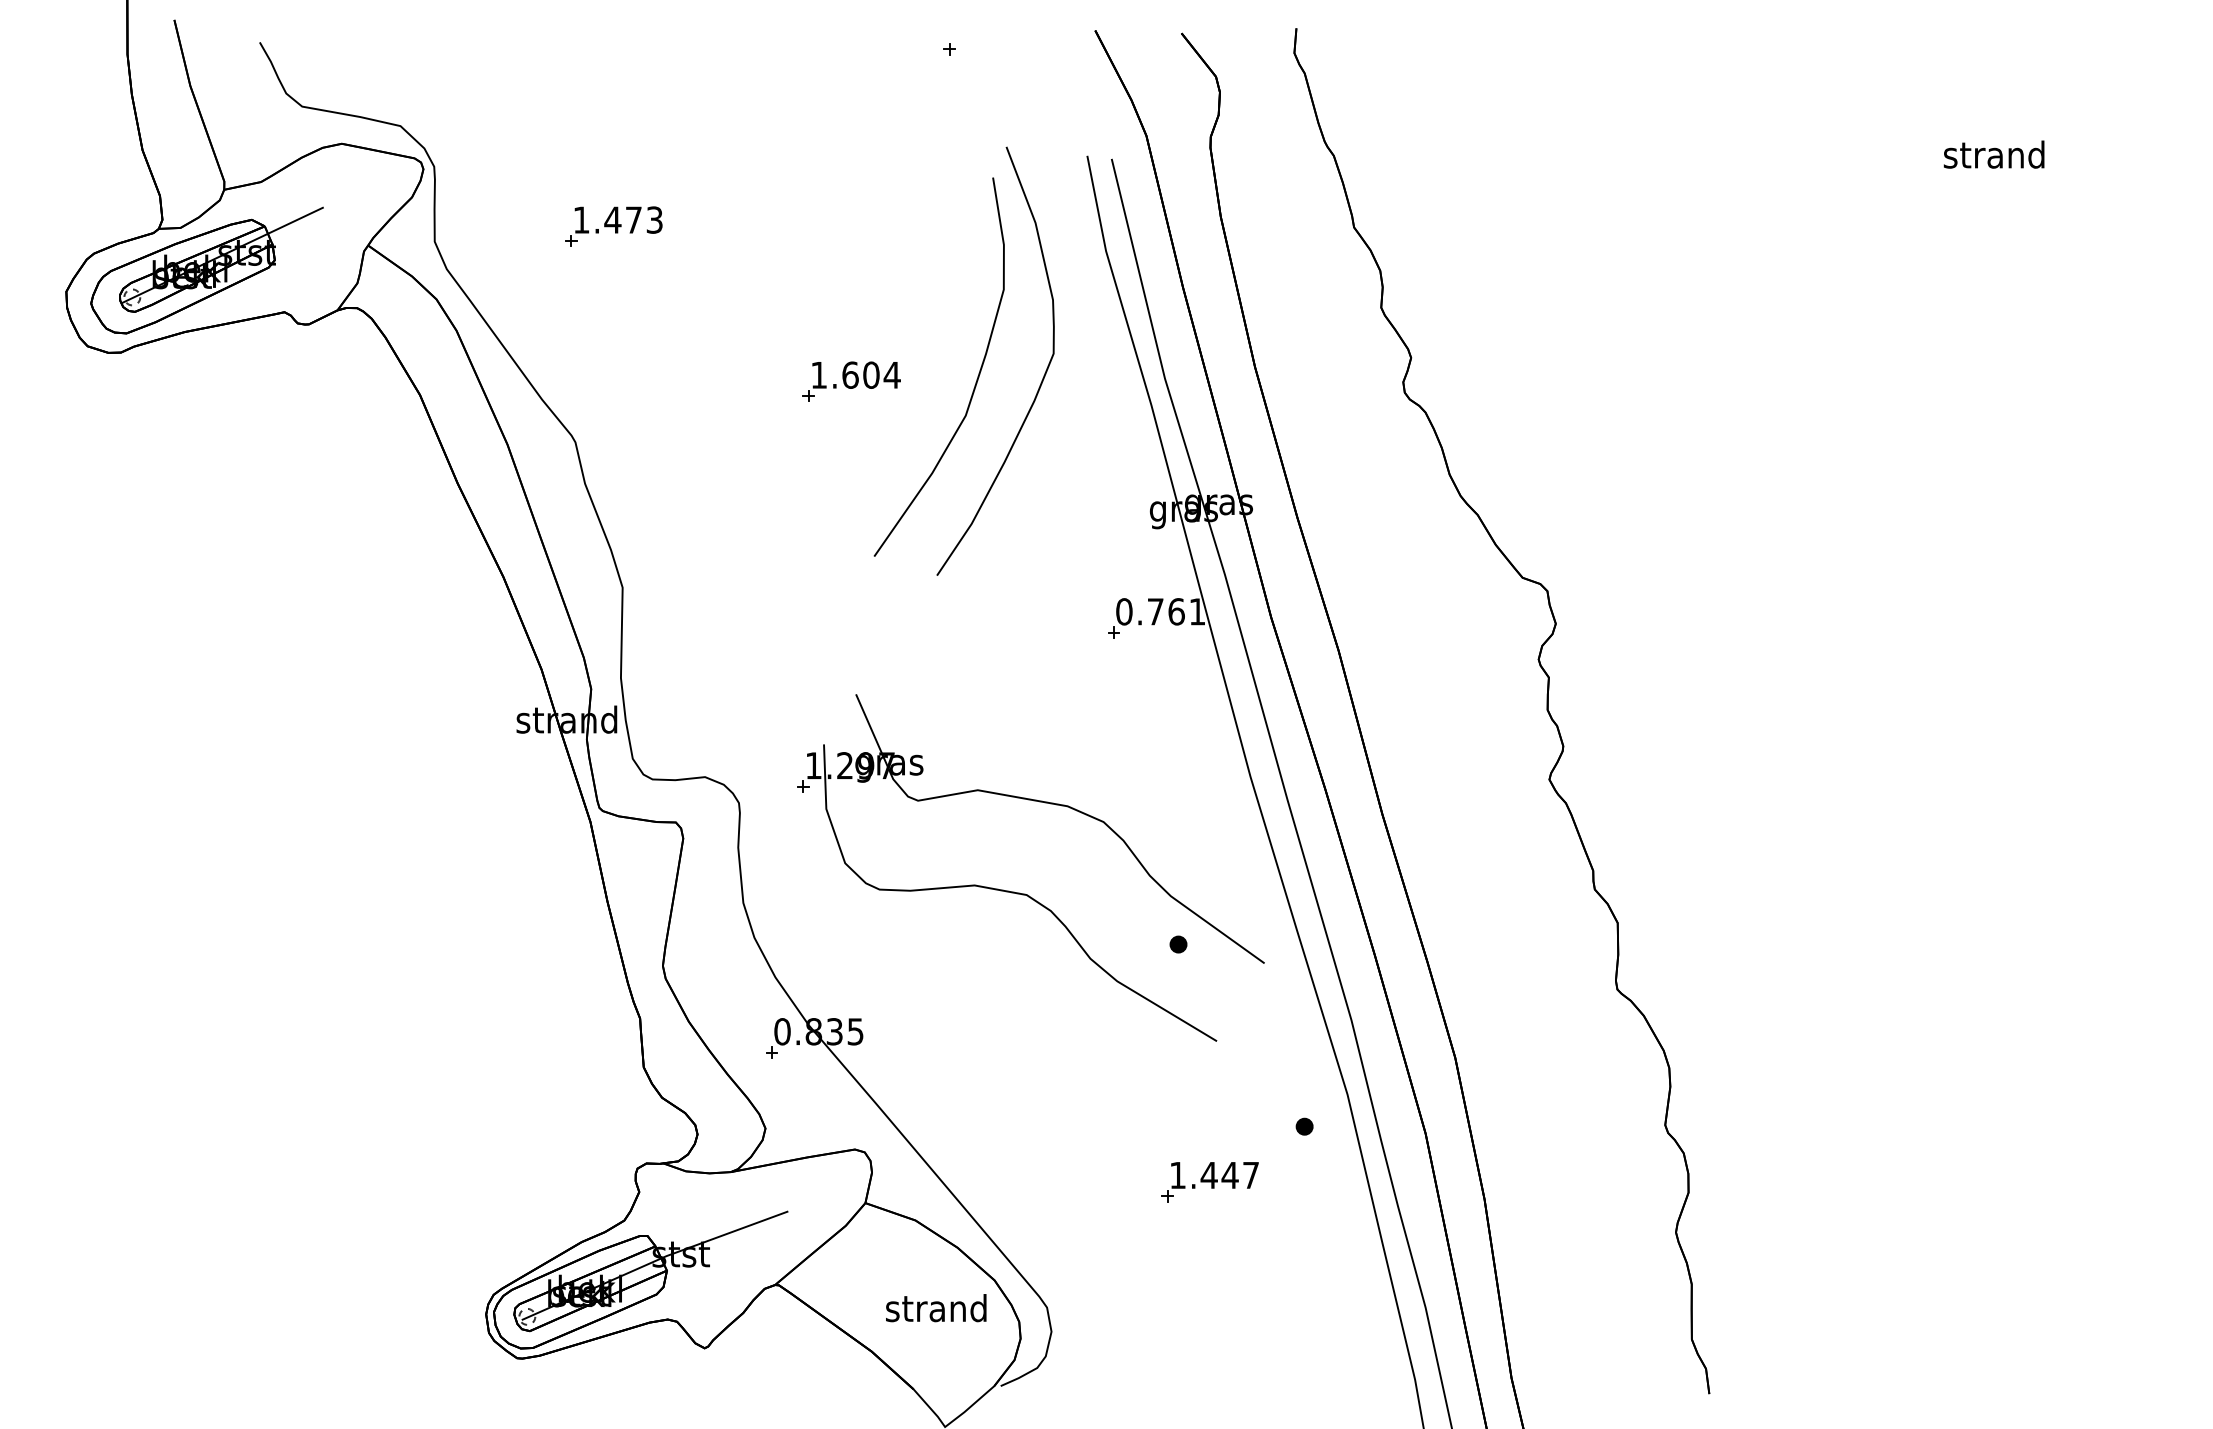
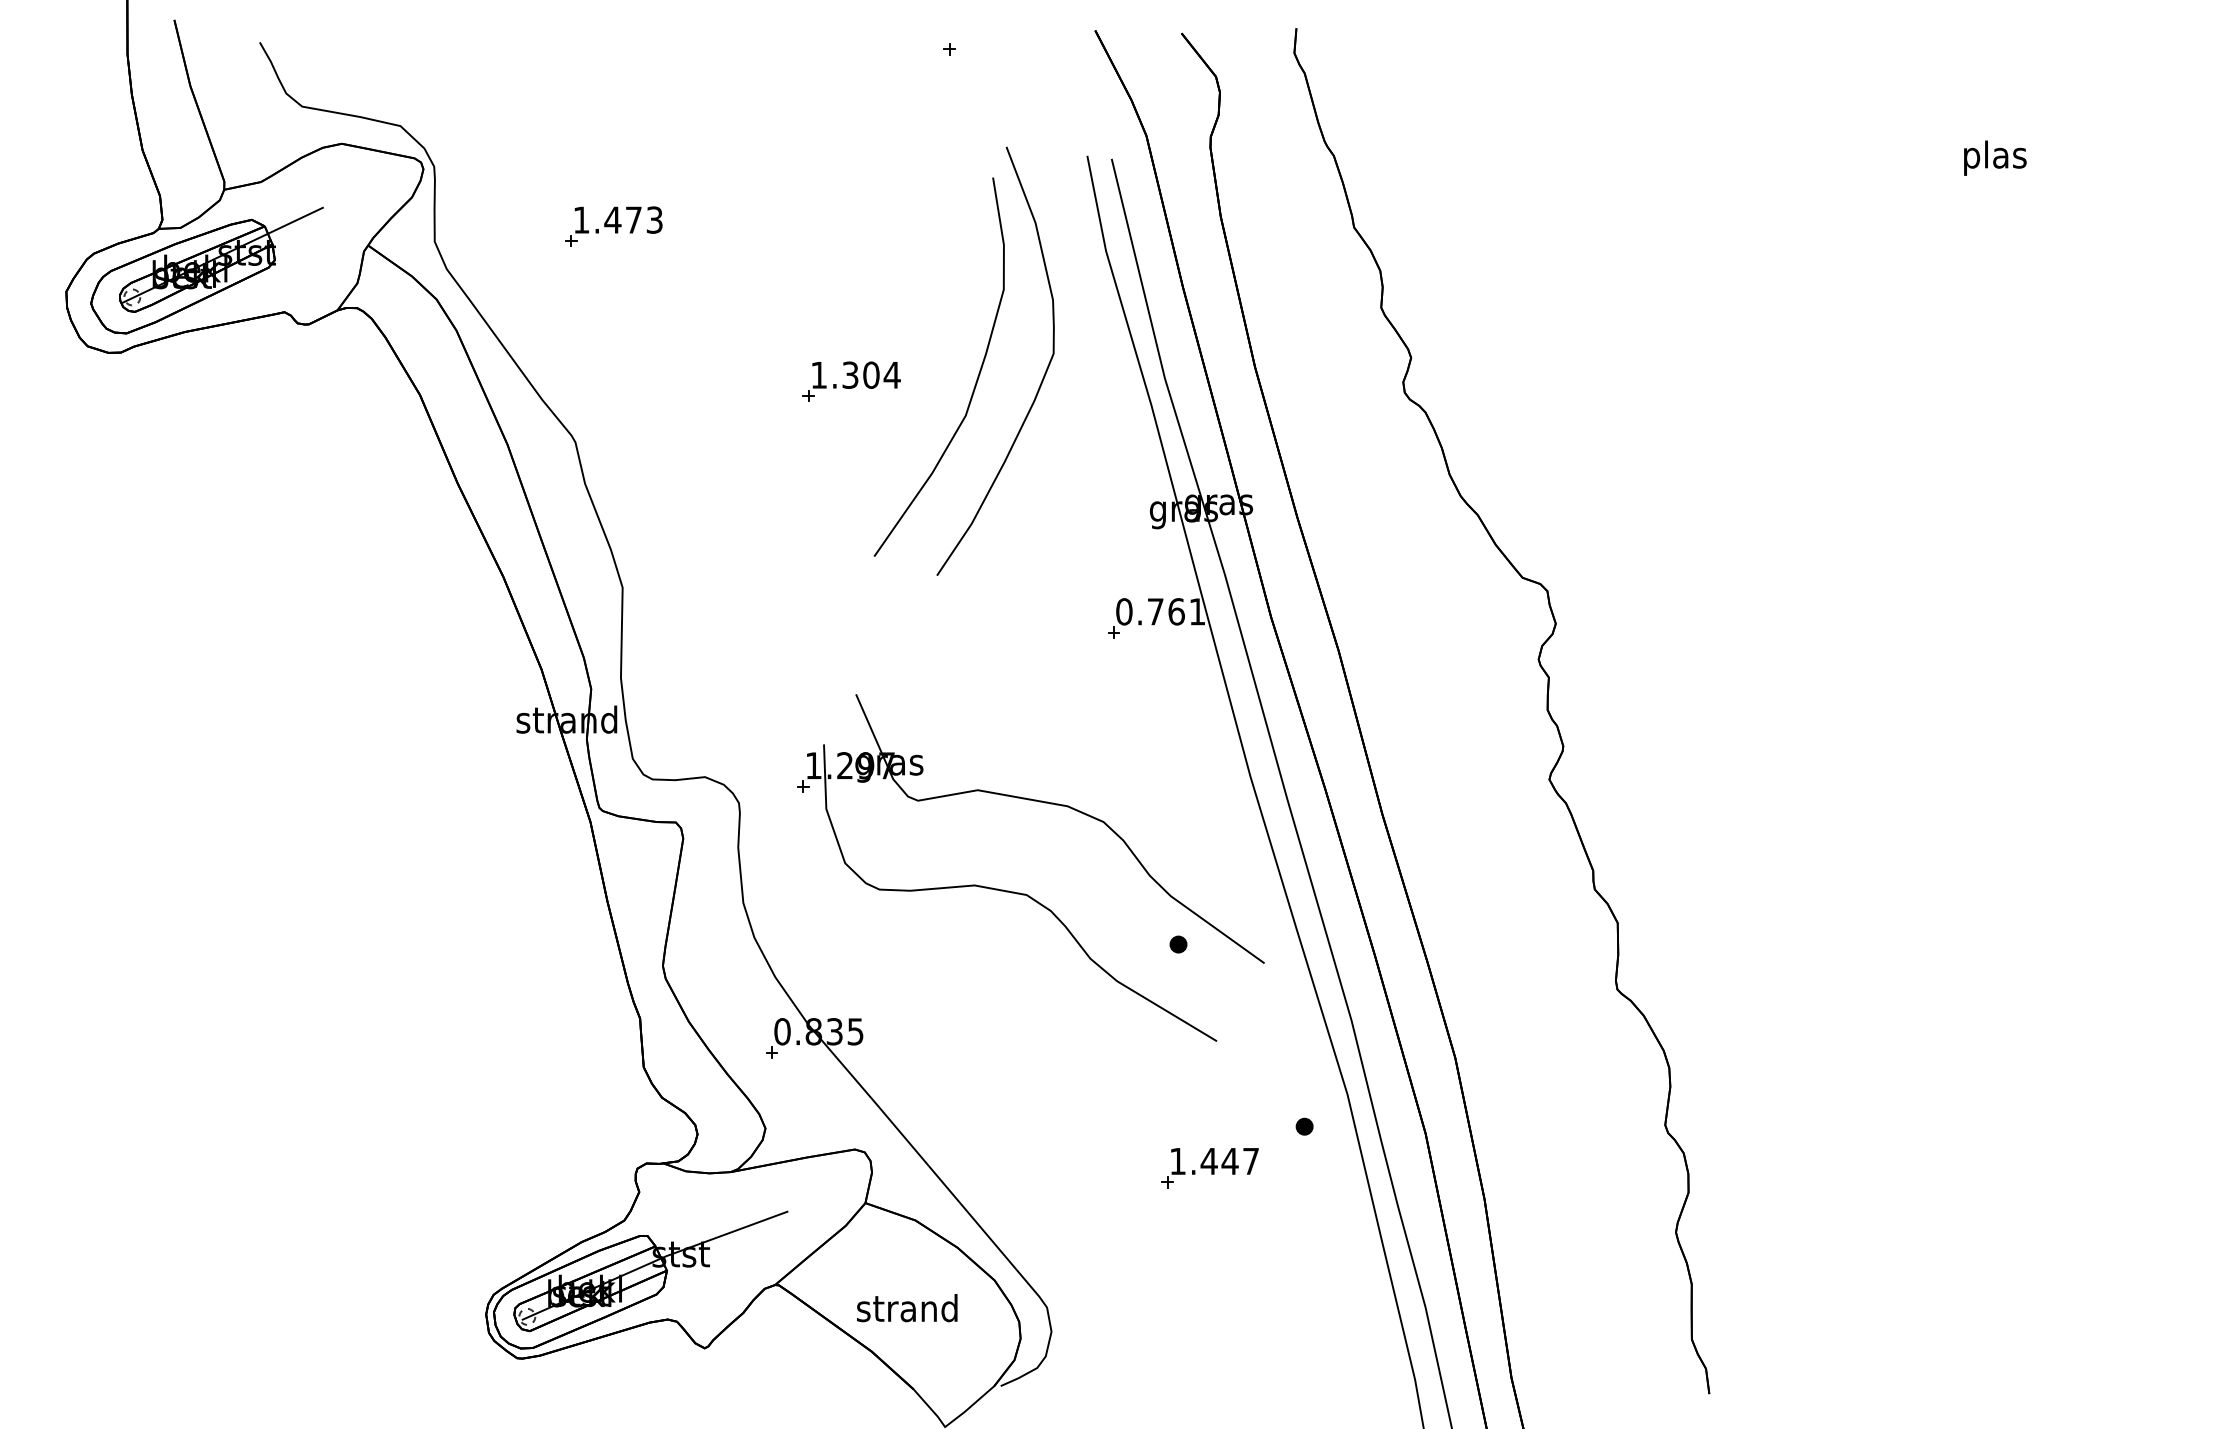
text at (1993, 157): strand -> plas
text at (850, 374): 1.604 -> 1.304
part at (1209, 1182) position: (1209, 1182) -> (1209, 1168)
text at (936, 1308) position: (936, 1308) -> (907, 1308)
